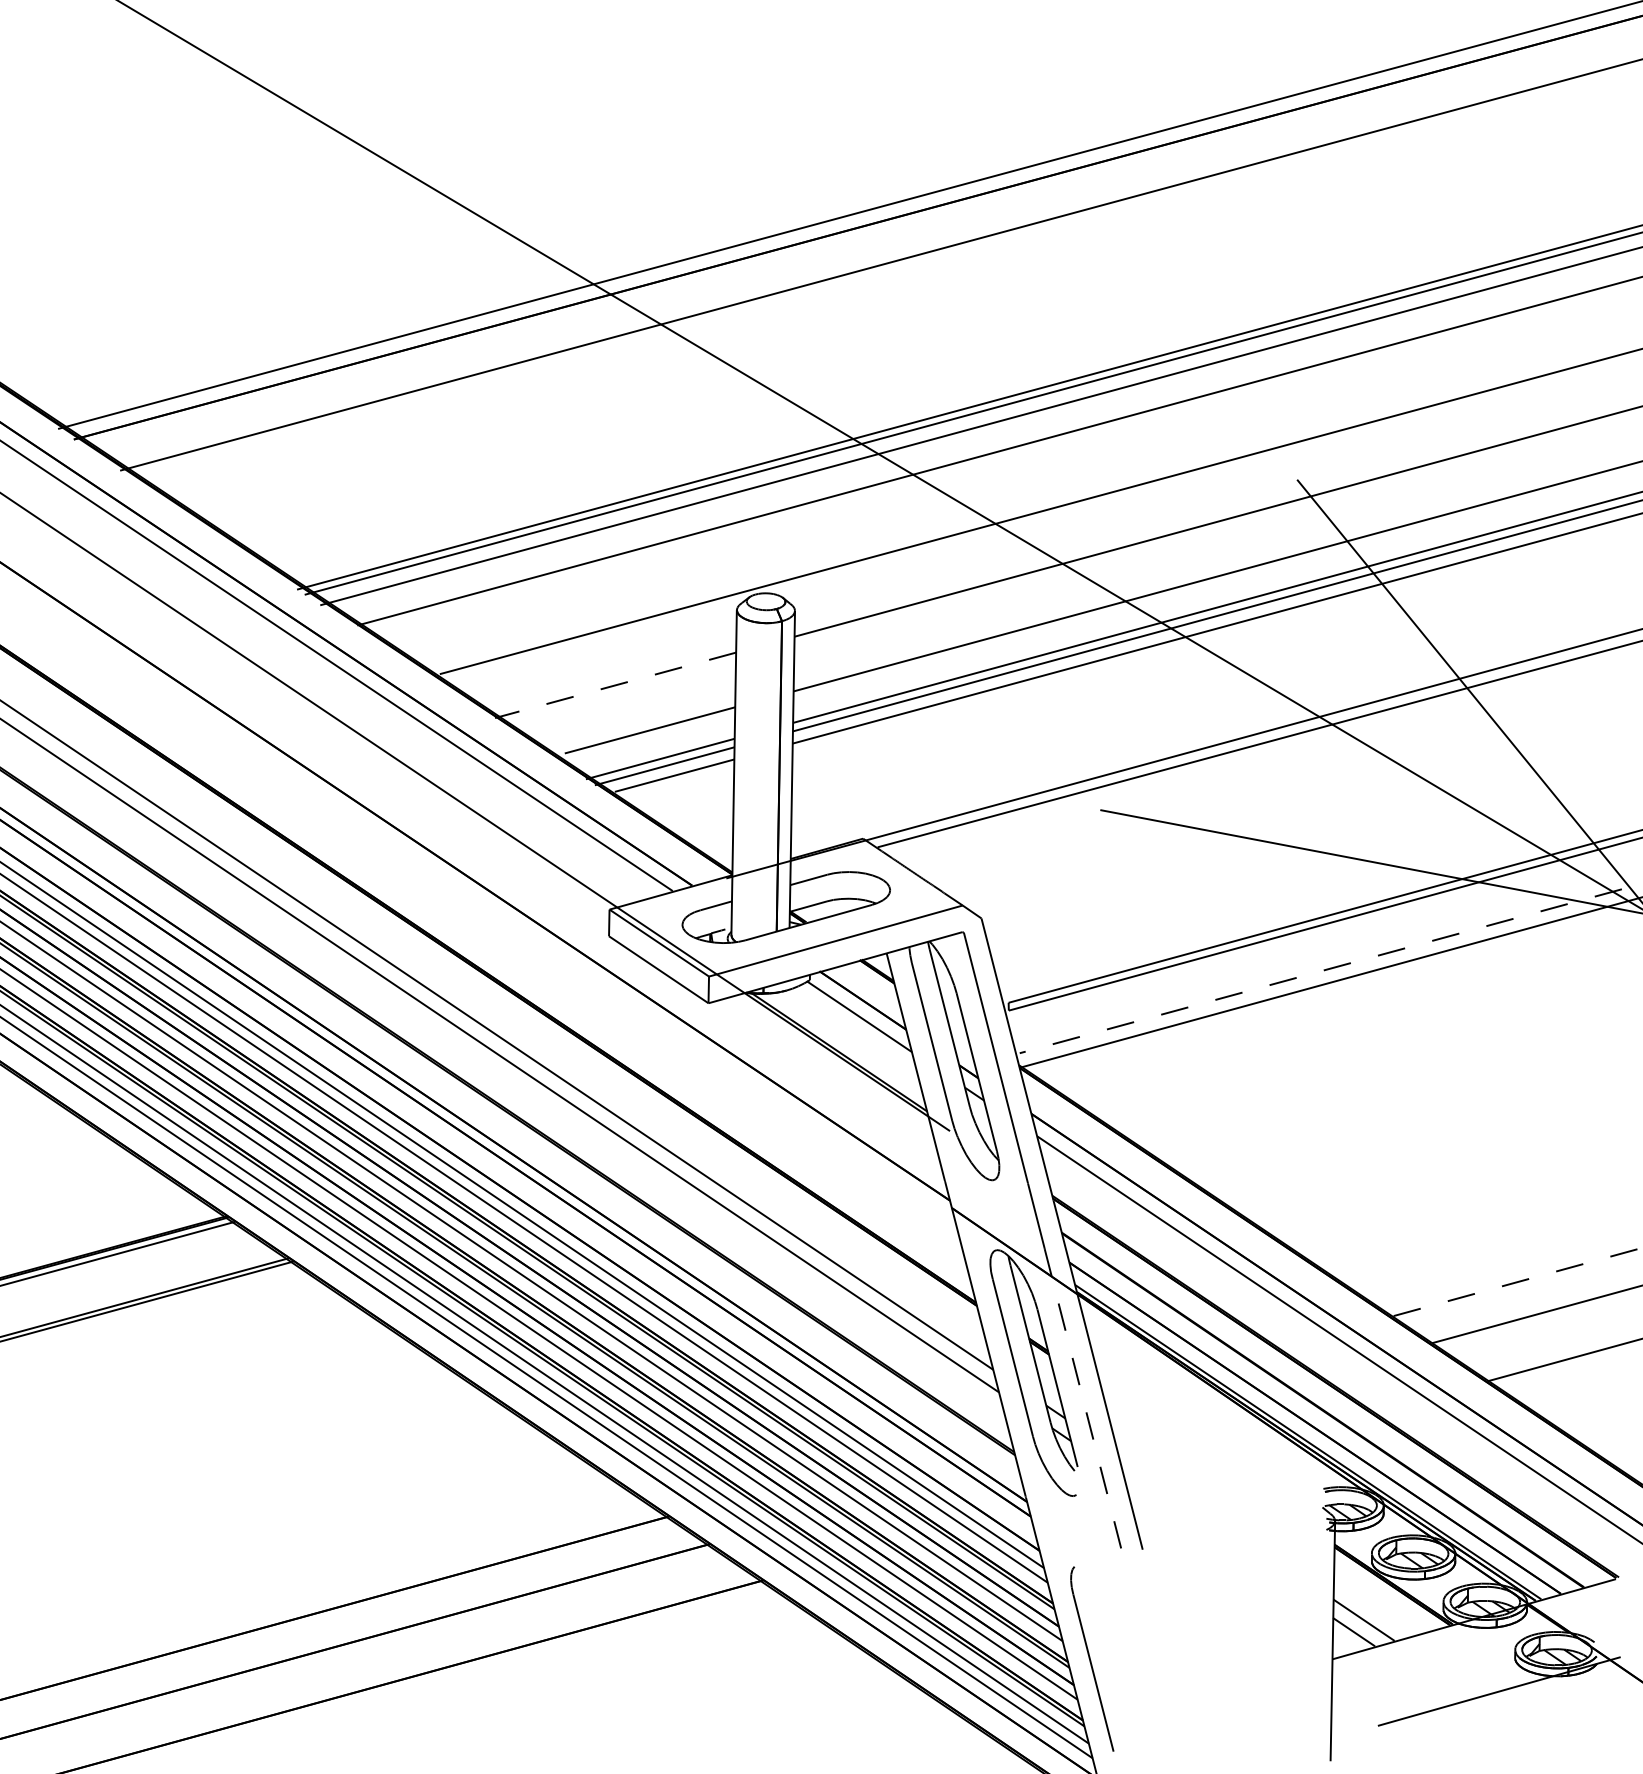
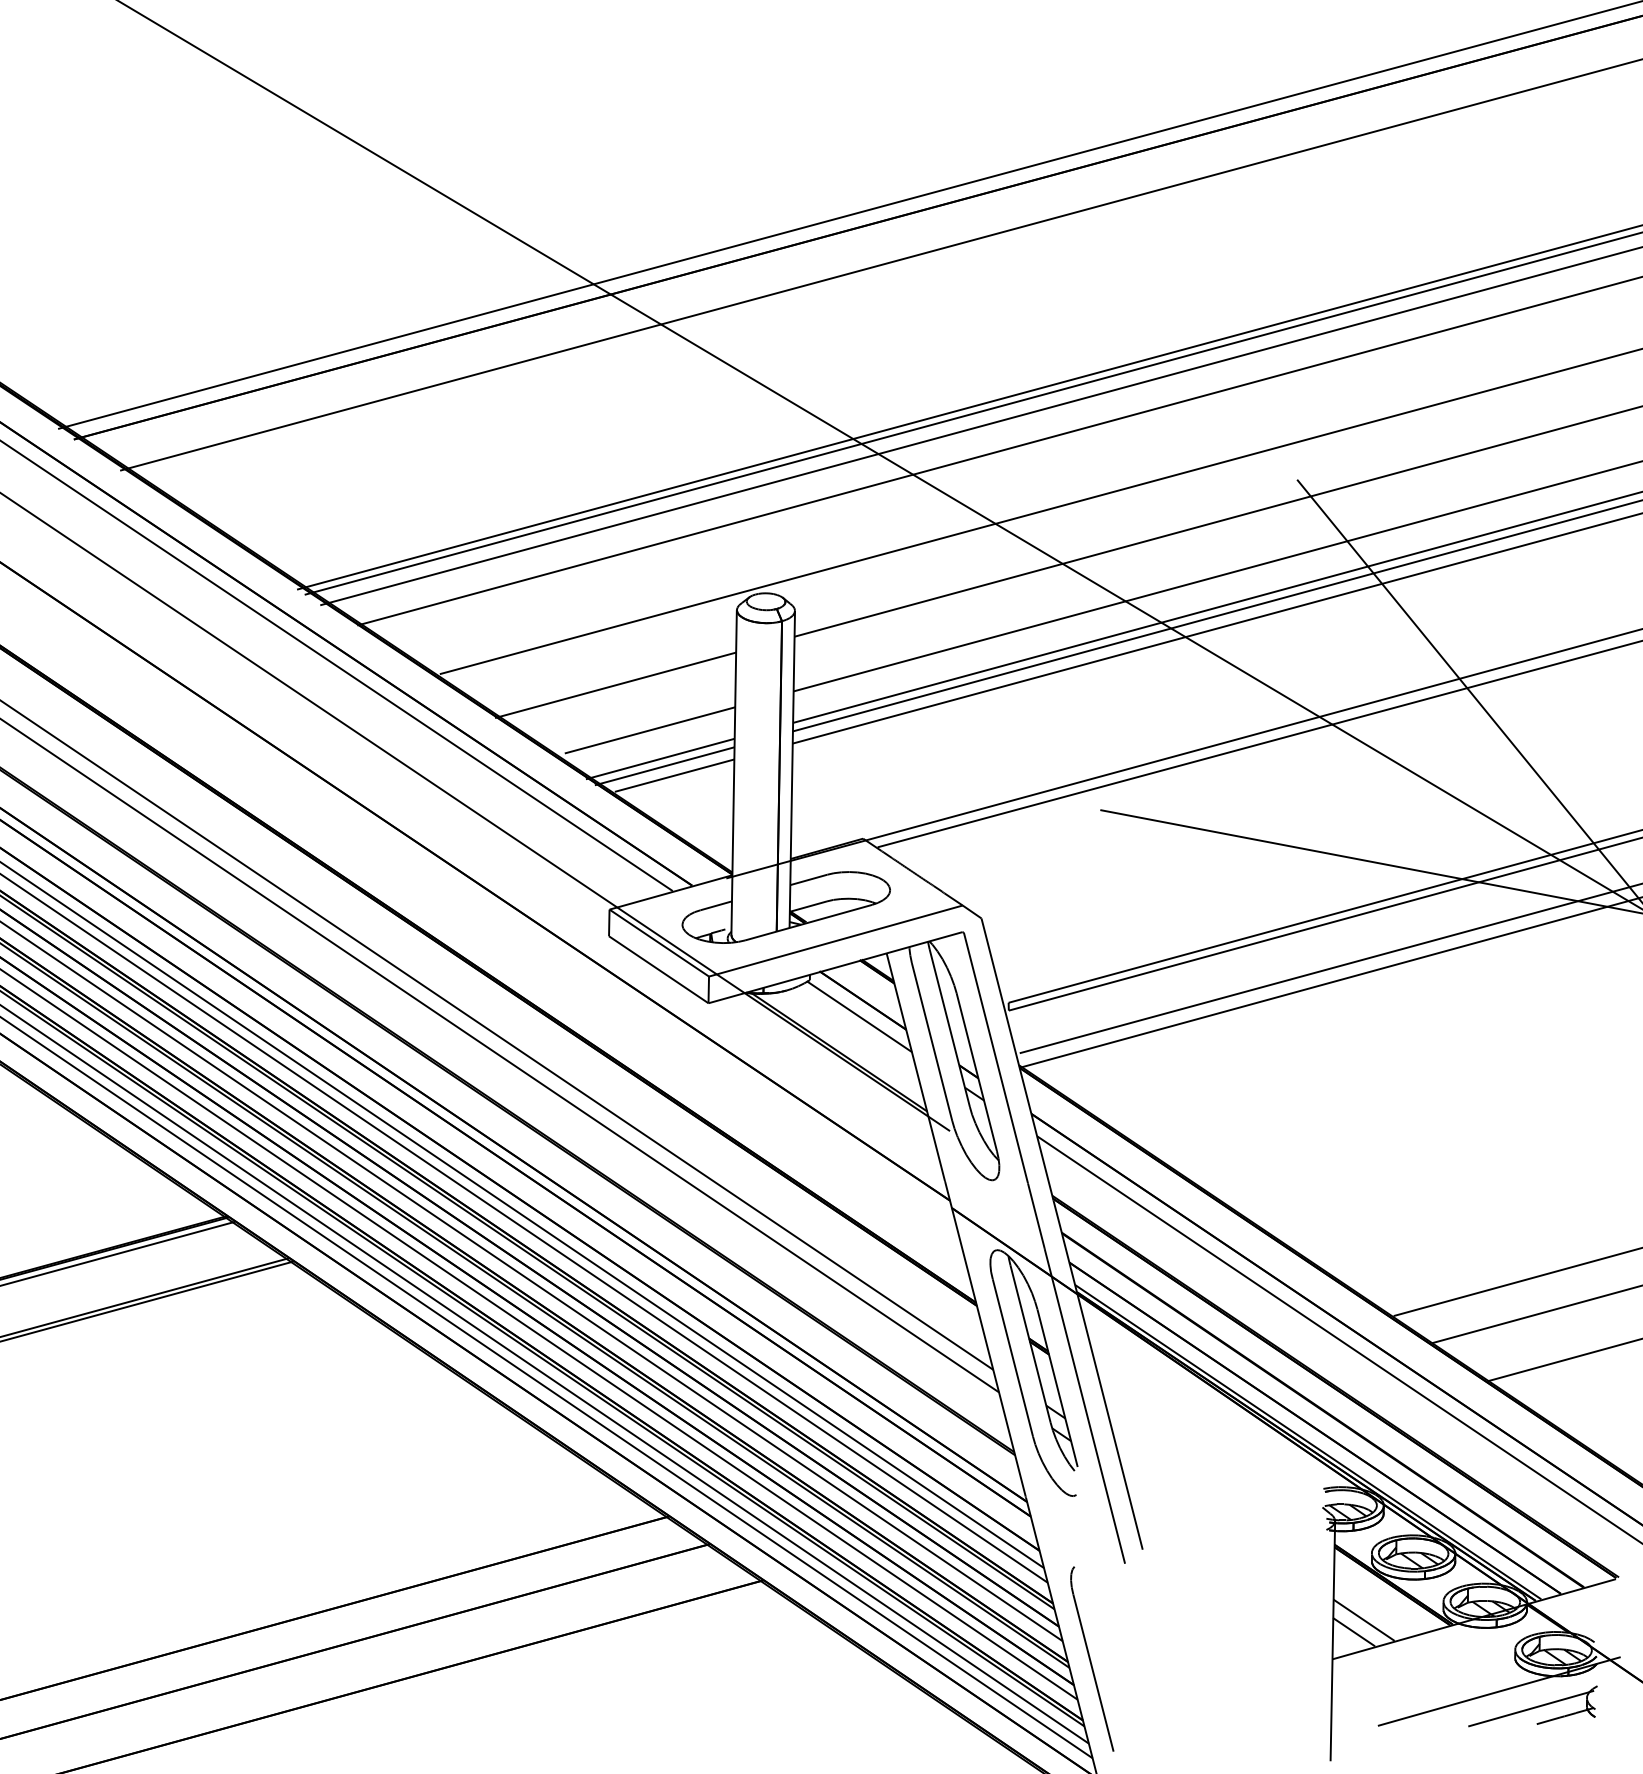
line at (615, 685): dashed -> solid
line at (1331, 968): dashed -> solid
line at (1518, 1281): dashed -> solid
line at (1085, 1406): dashed -> solid
part at (1532, 1706): none -> present
